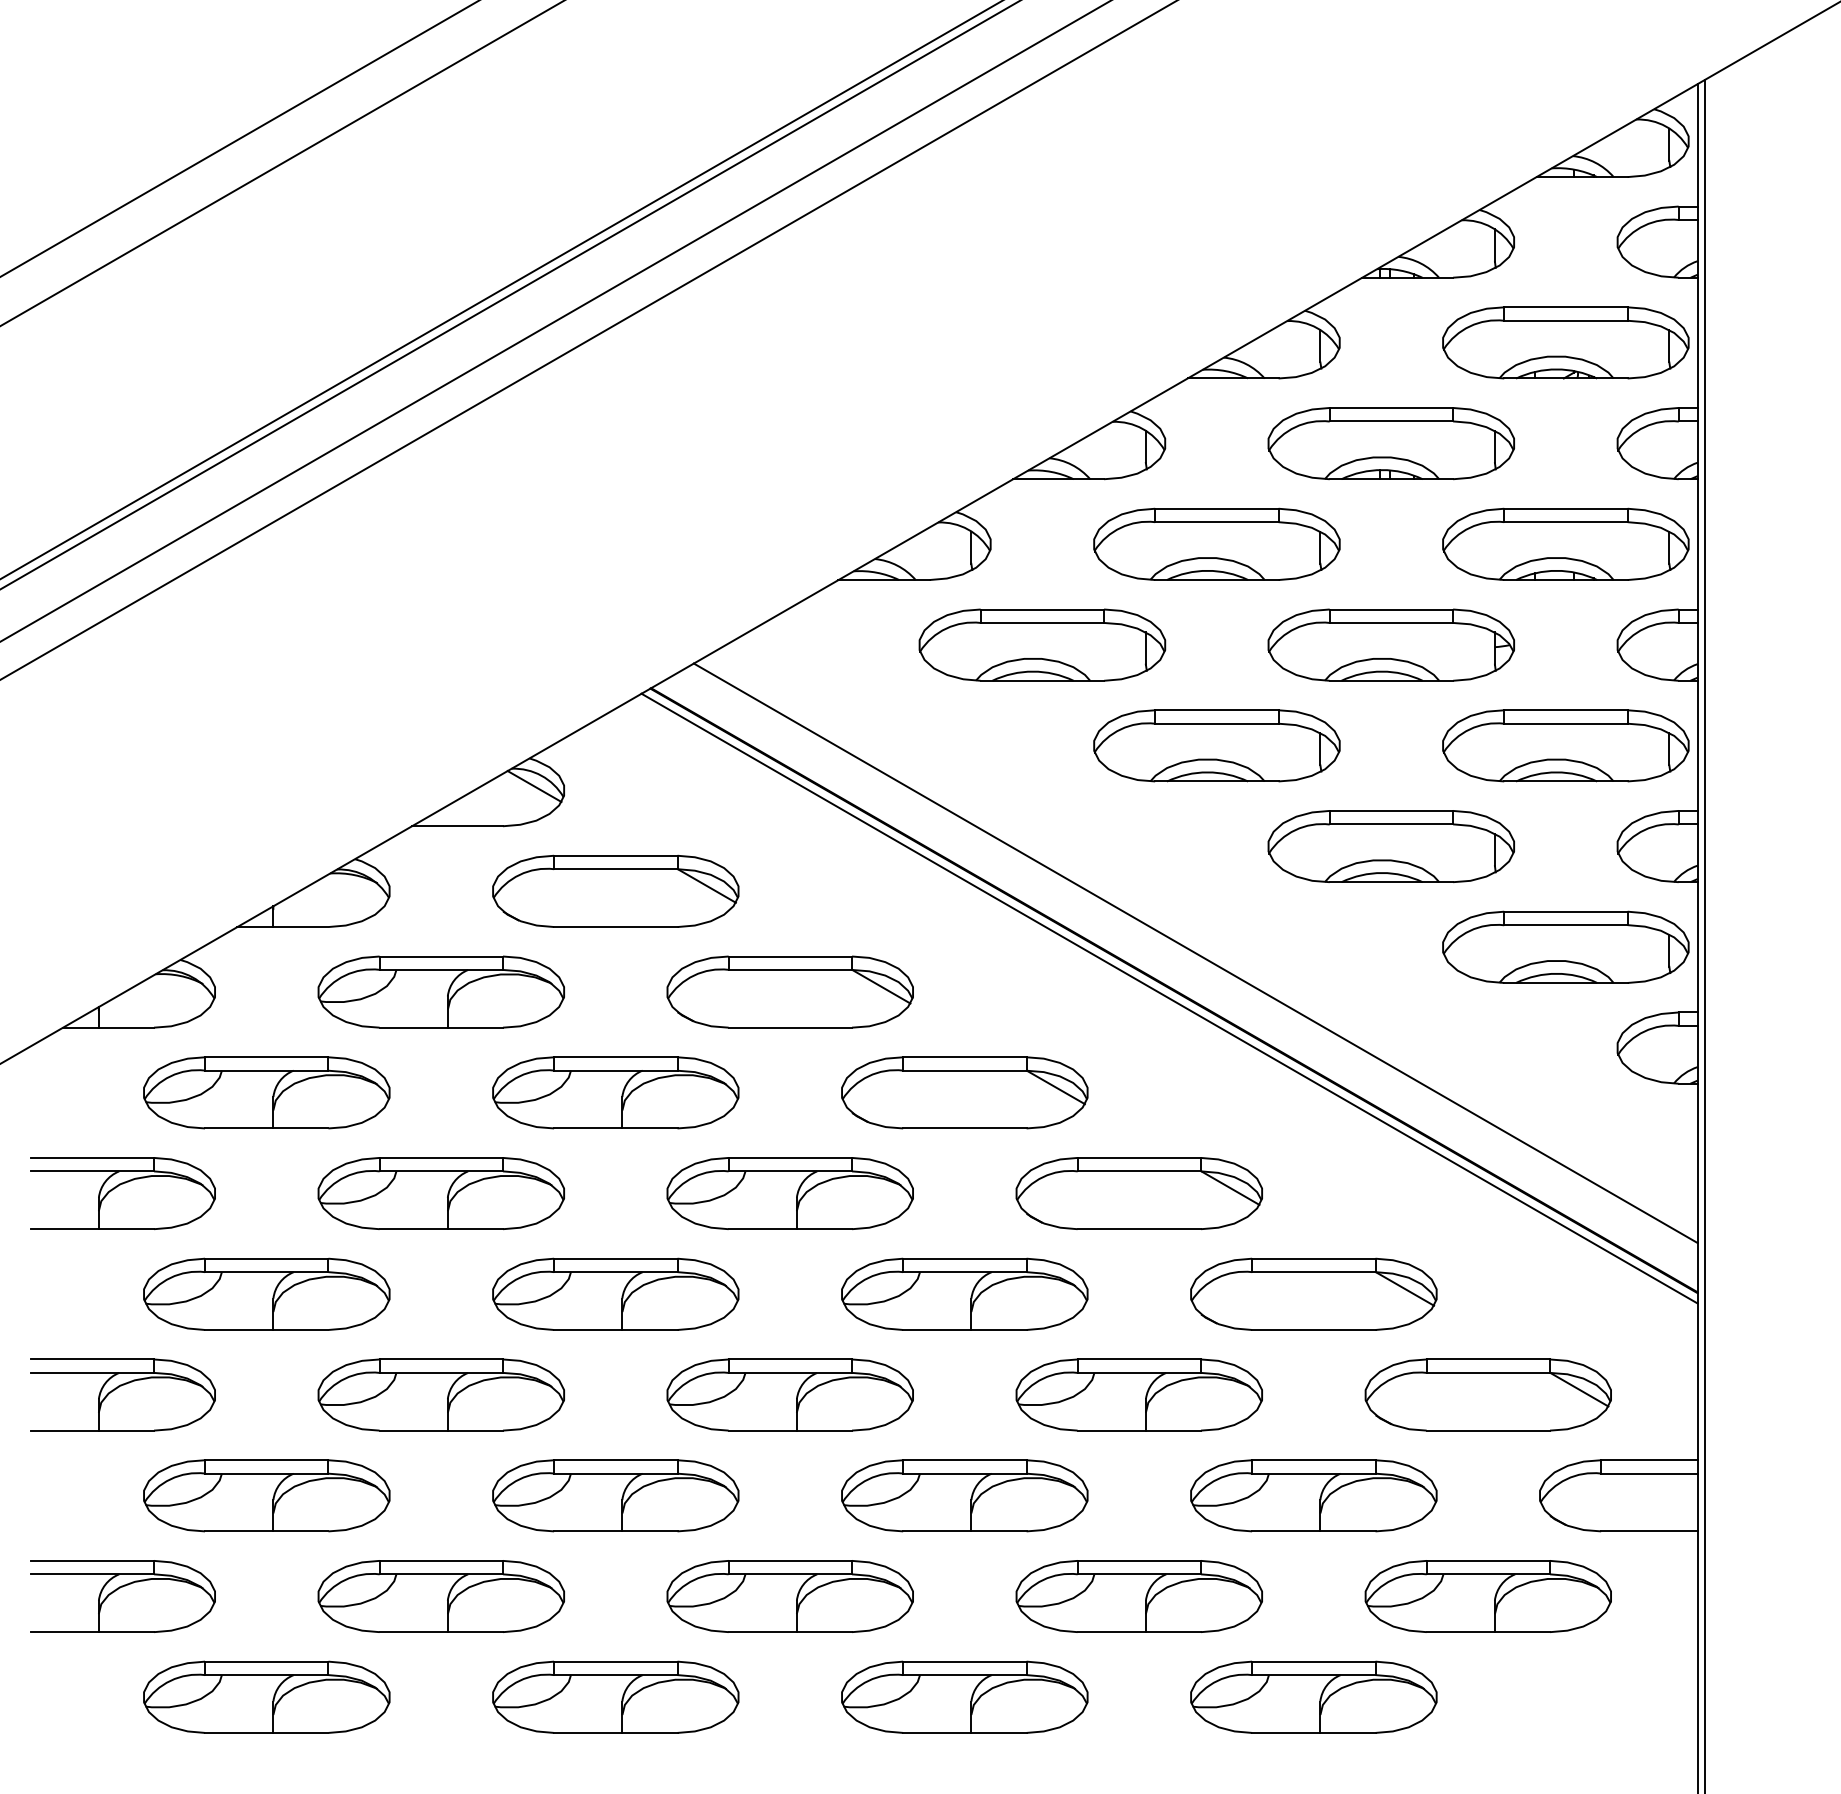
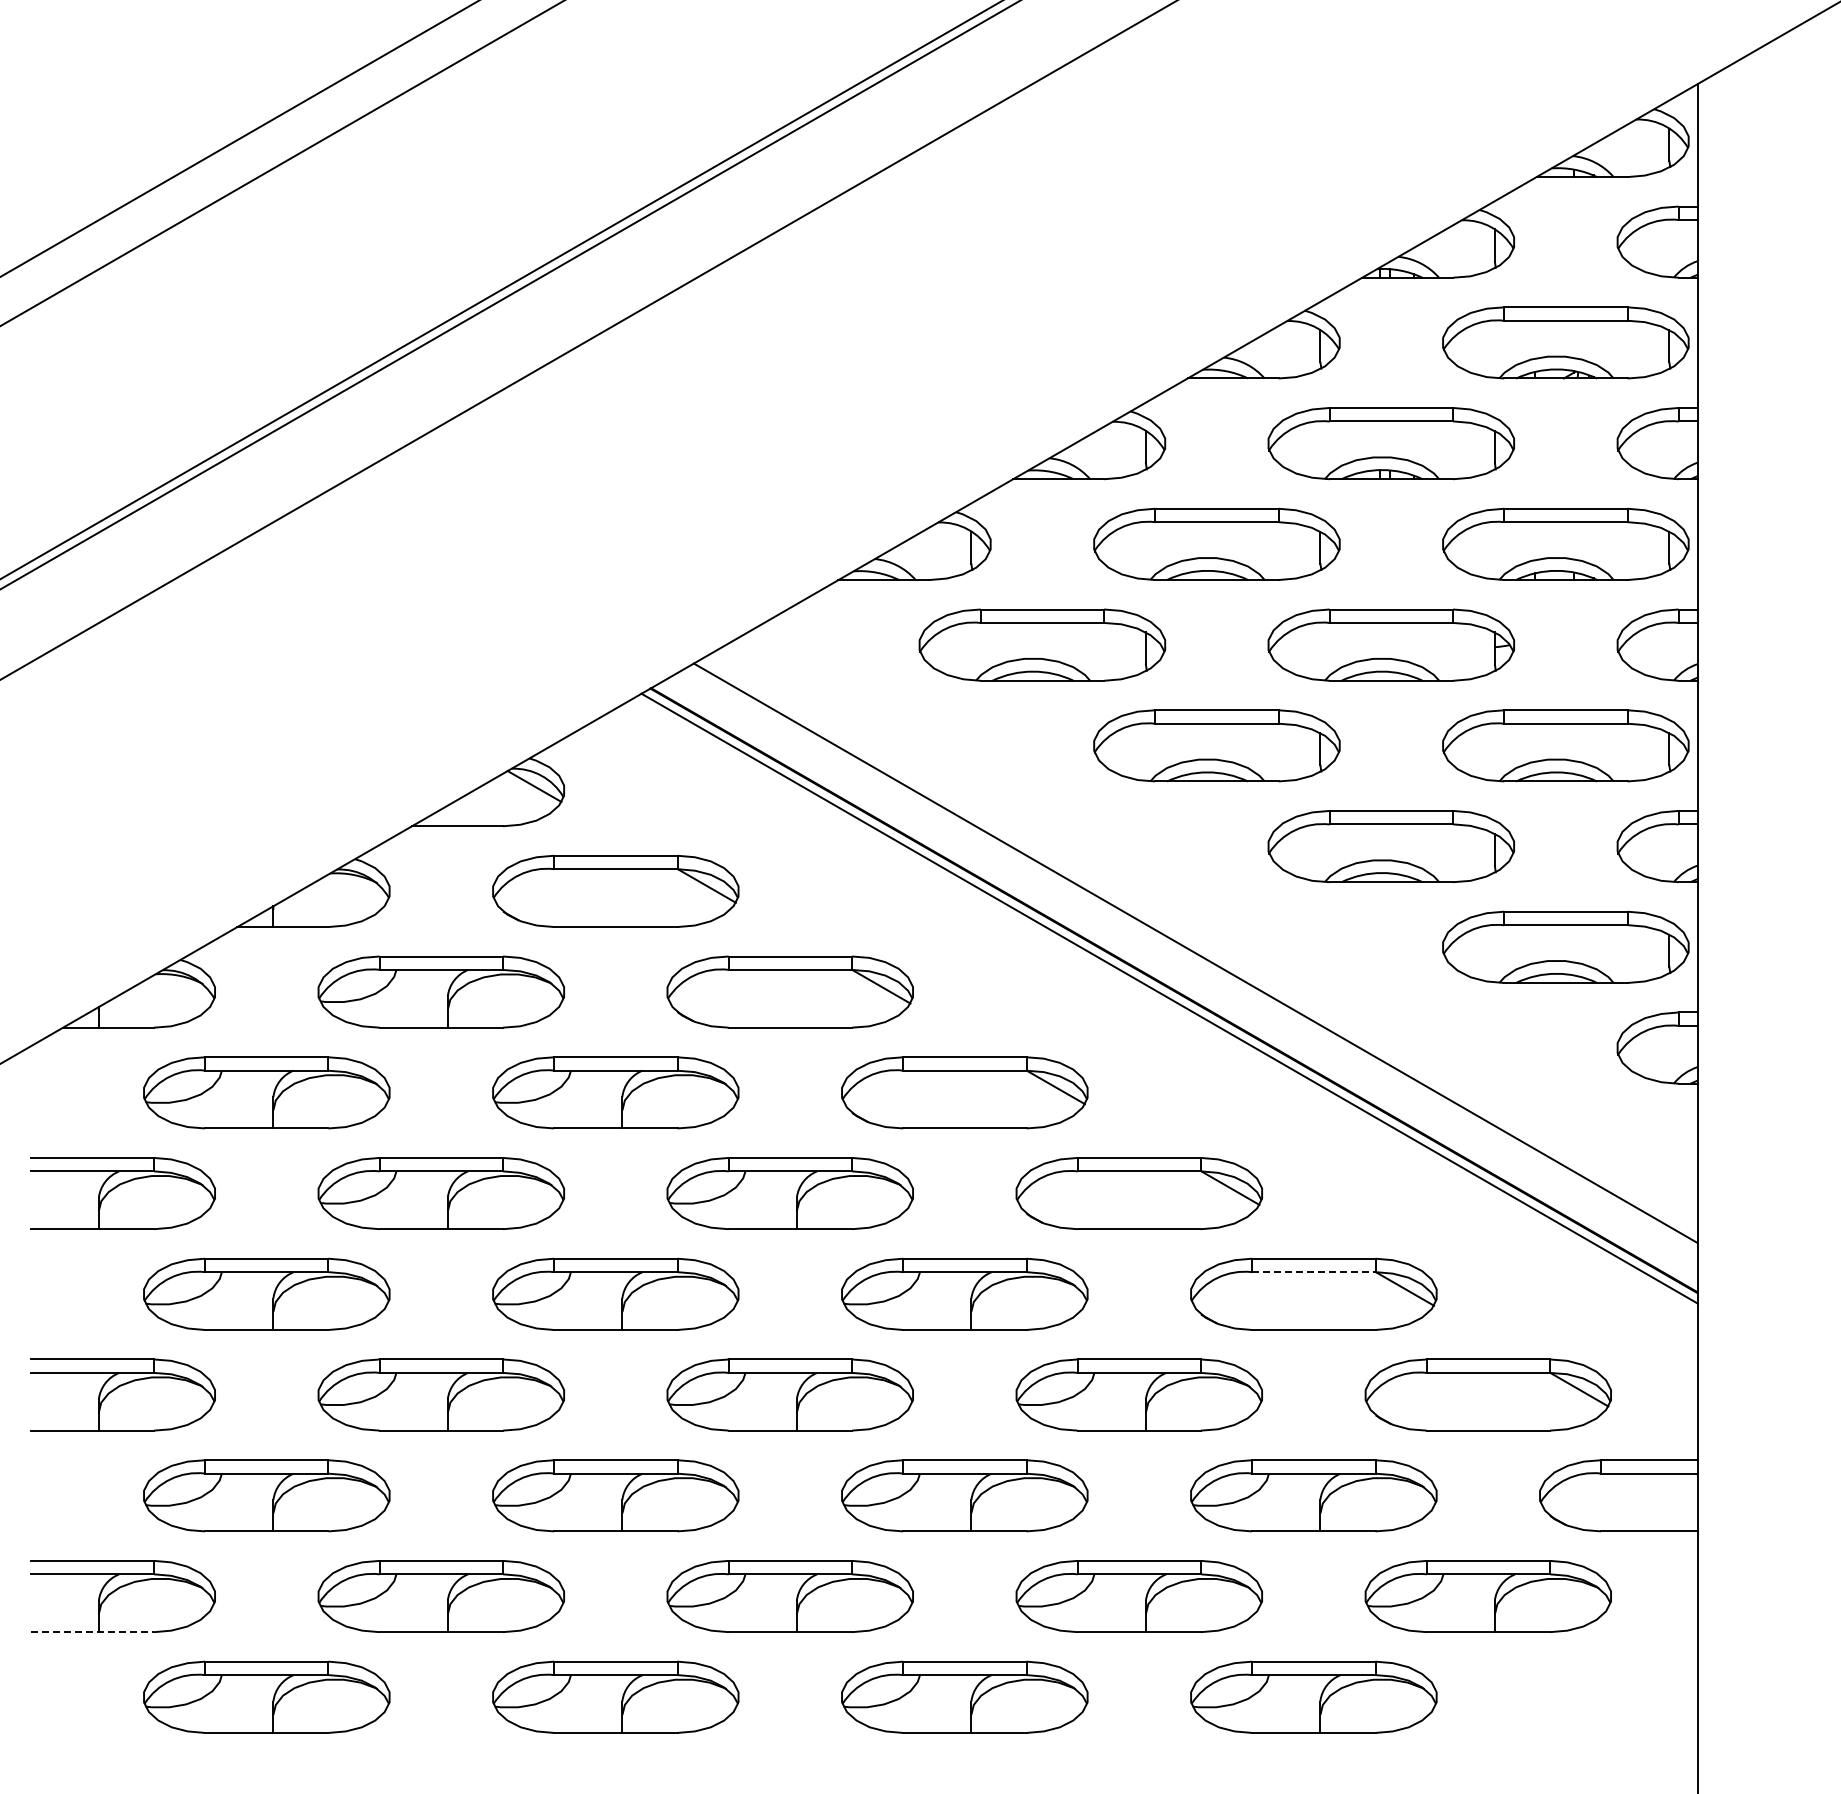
line at (555, 321): present -> none
line at (1704, 935): present -> none
line at (1313, 1272): solid -> dashed
line at (92, 1632): solid -> dashed
